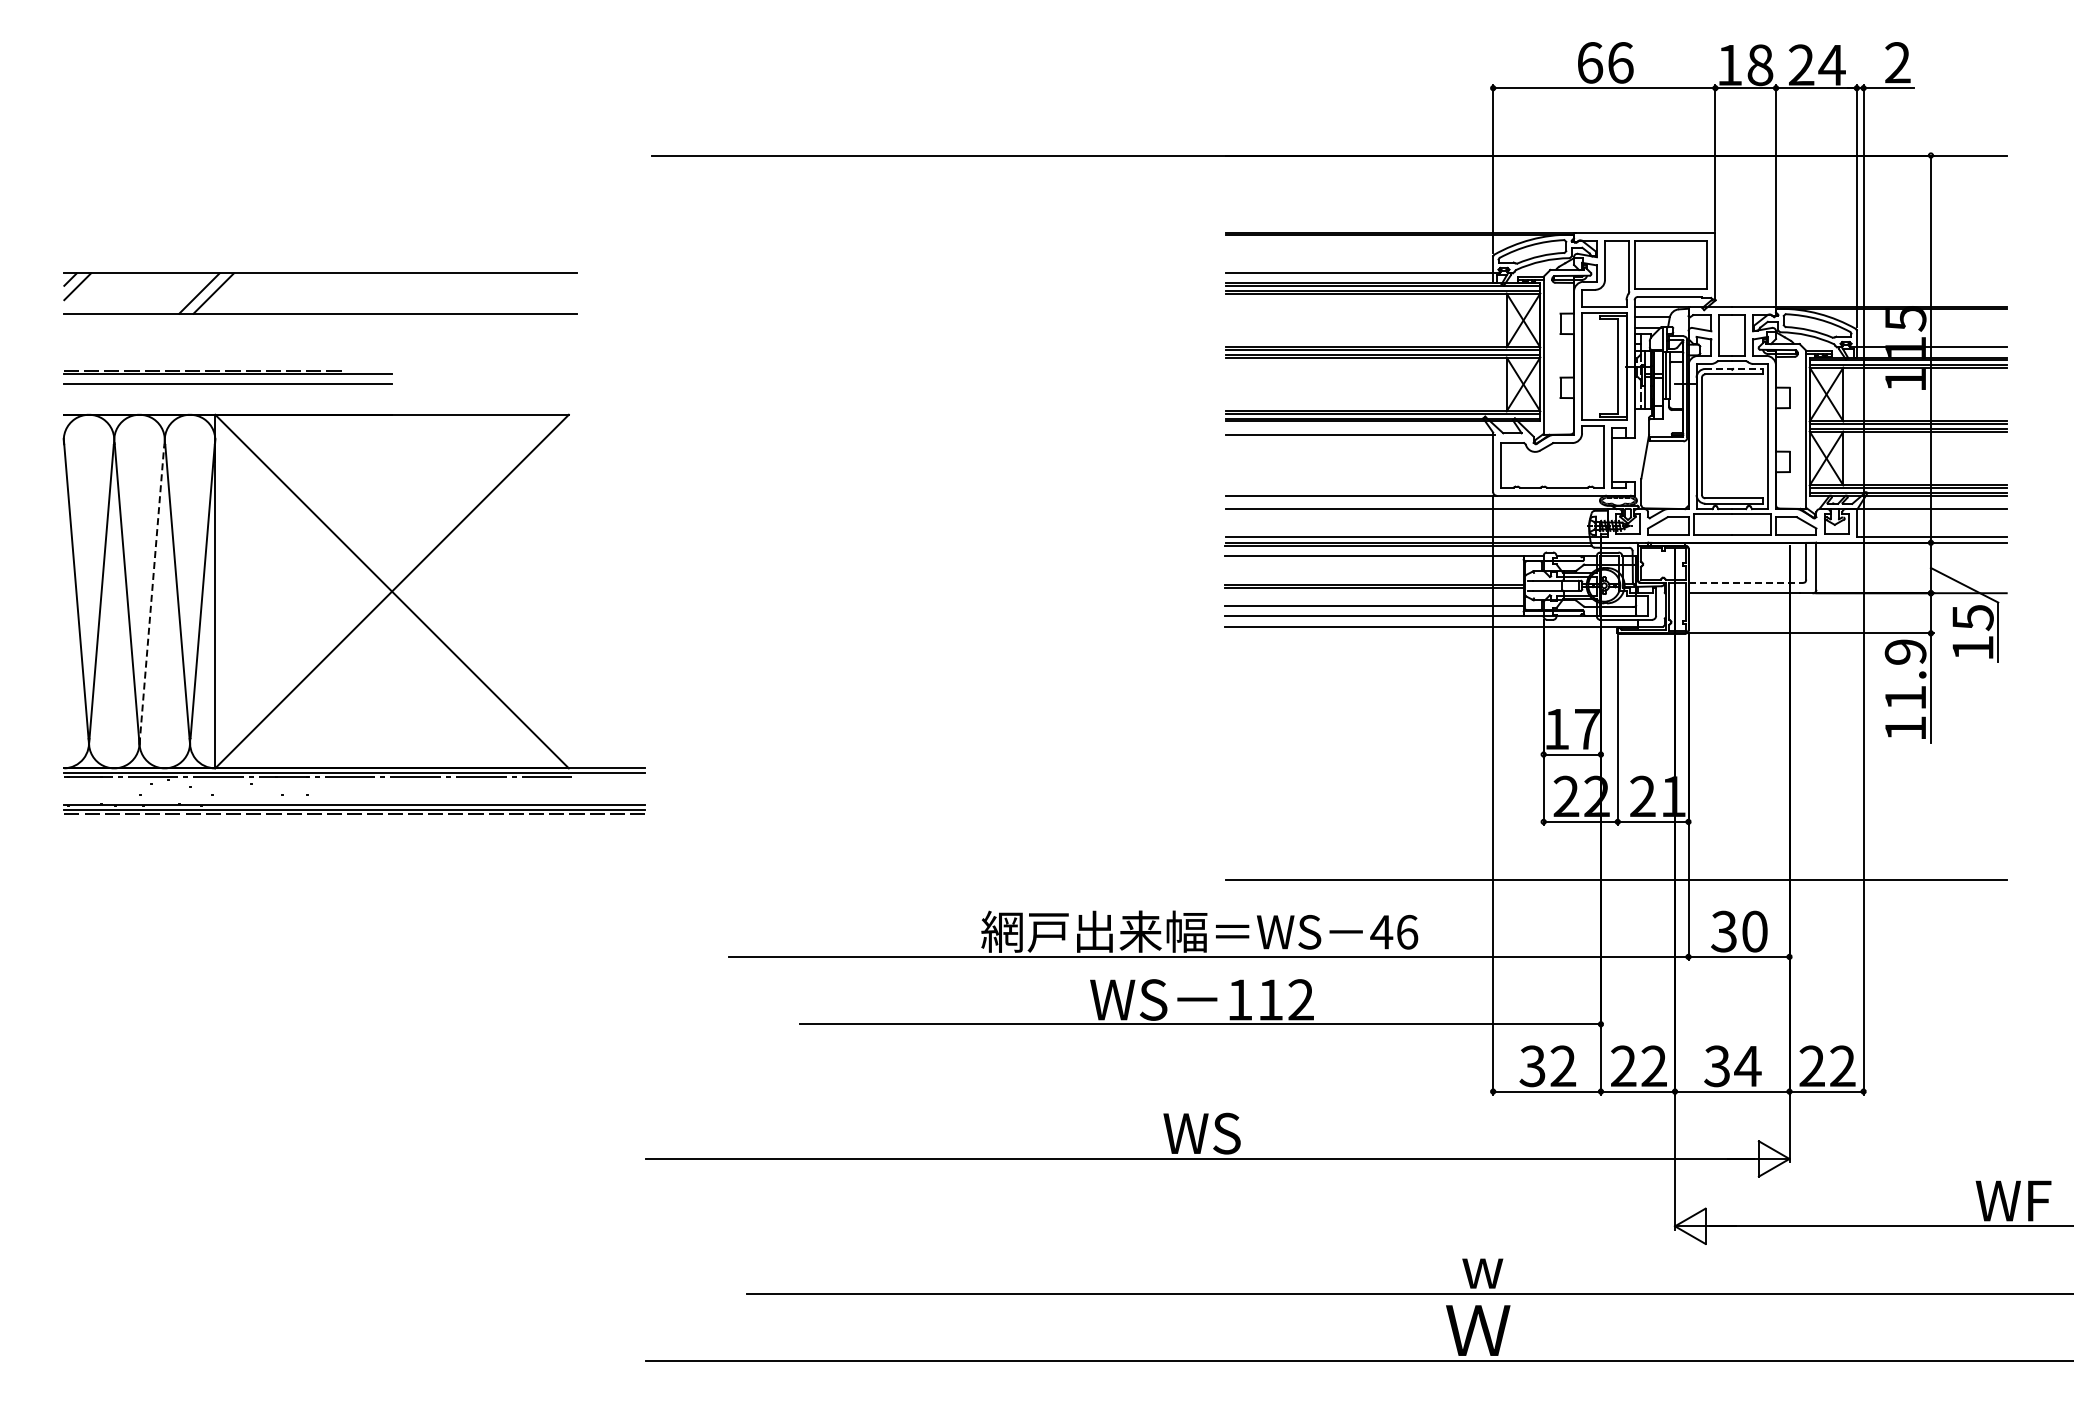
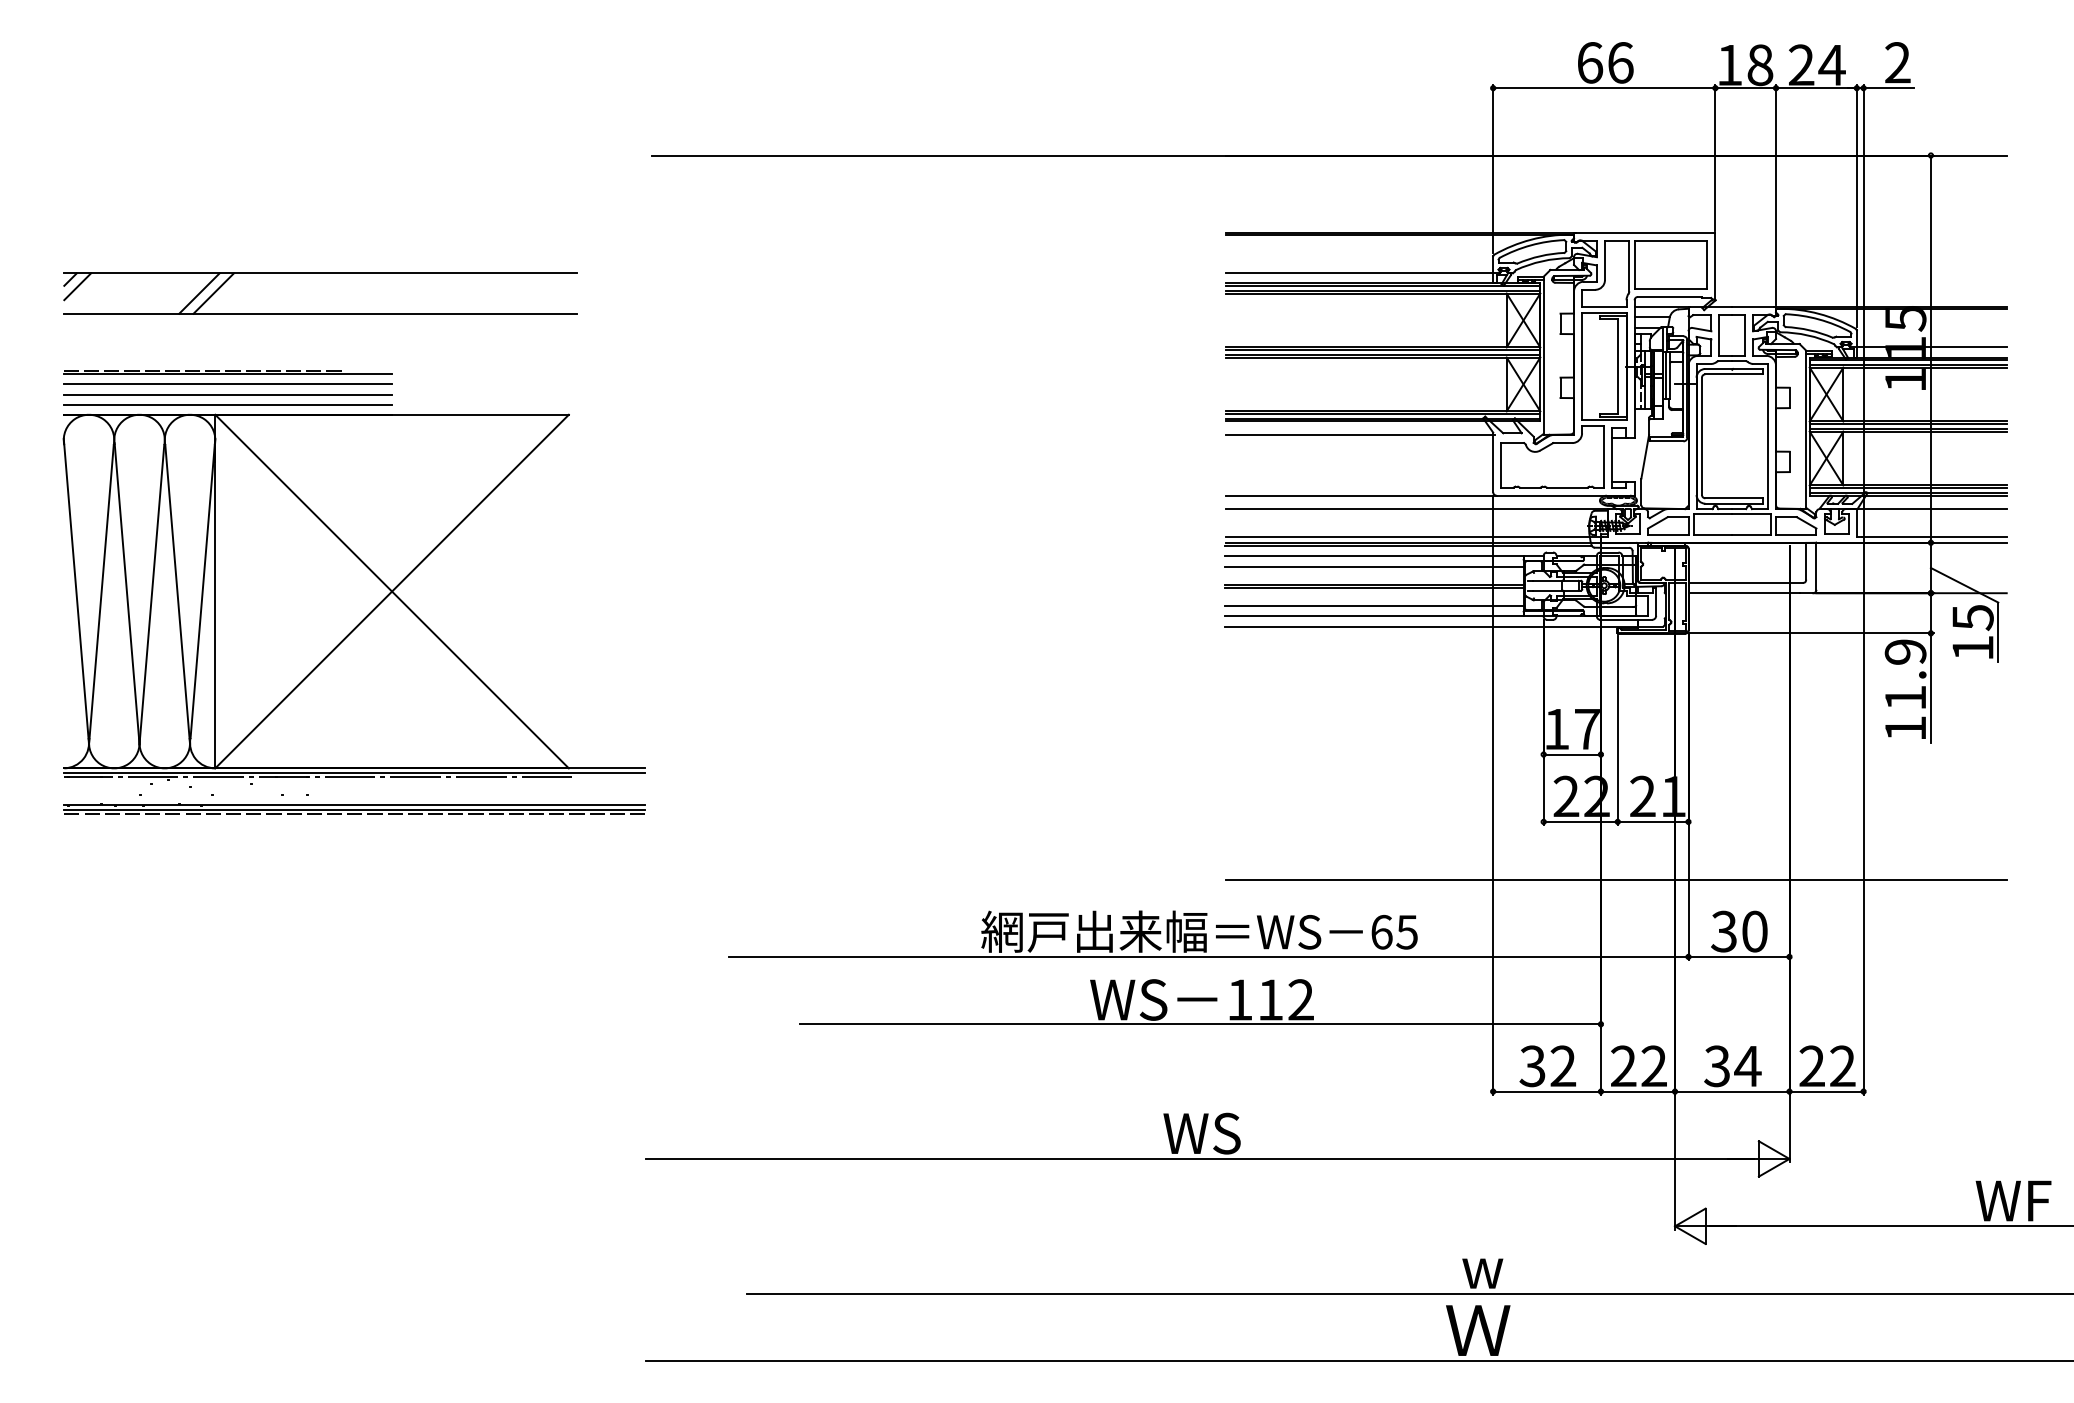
line at (1734, 369): dashed -> solid
line at (228, 394): none -> present
line at (227, 404): none -> present
line at (1374, 566): none -> present
line at (1746, 582): dashed -> solid
line at (151, 594): dashed -> solid
text at (1394, 931): 46 -> 65
